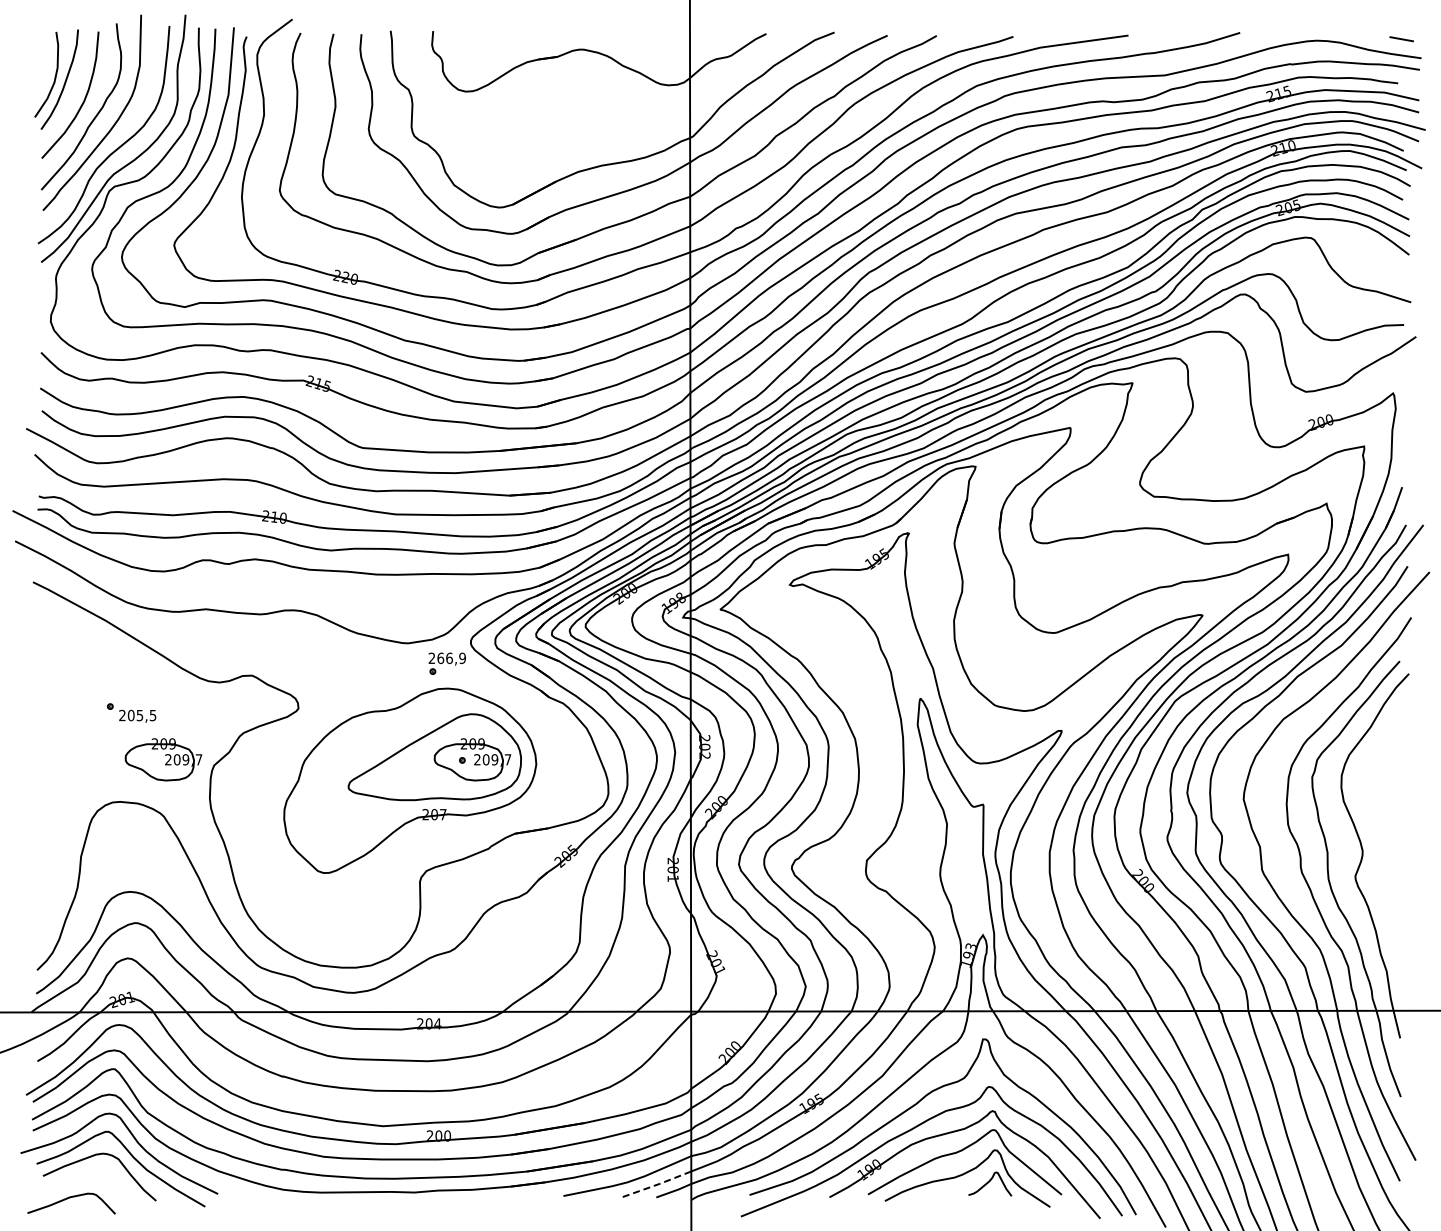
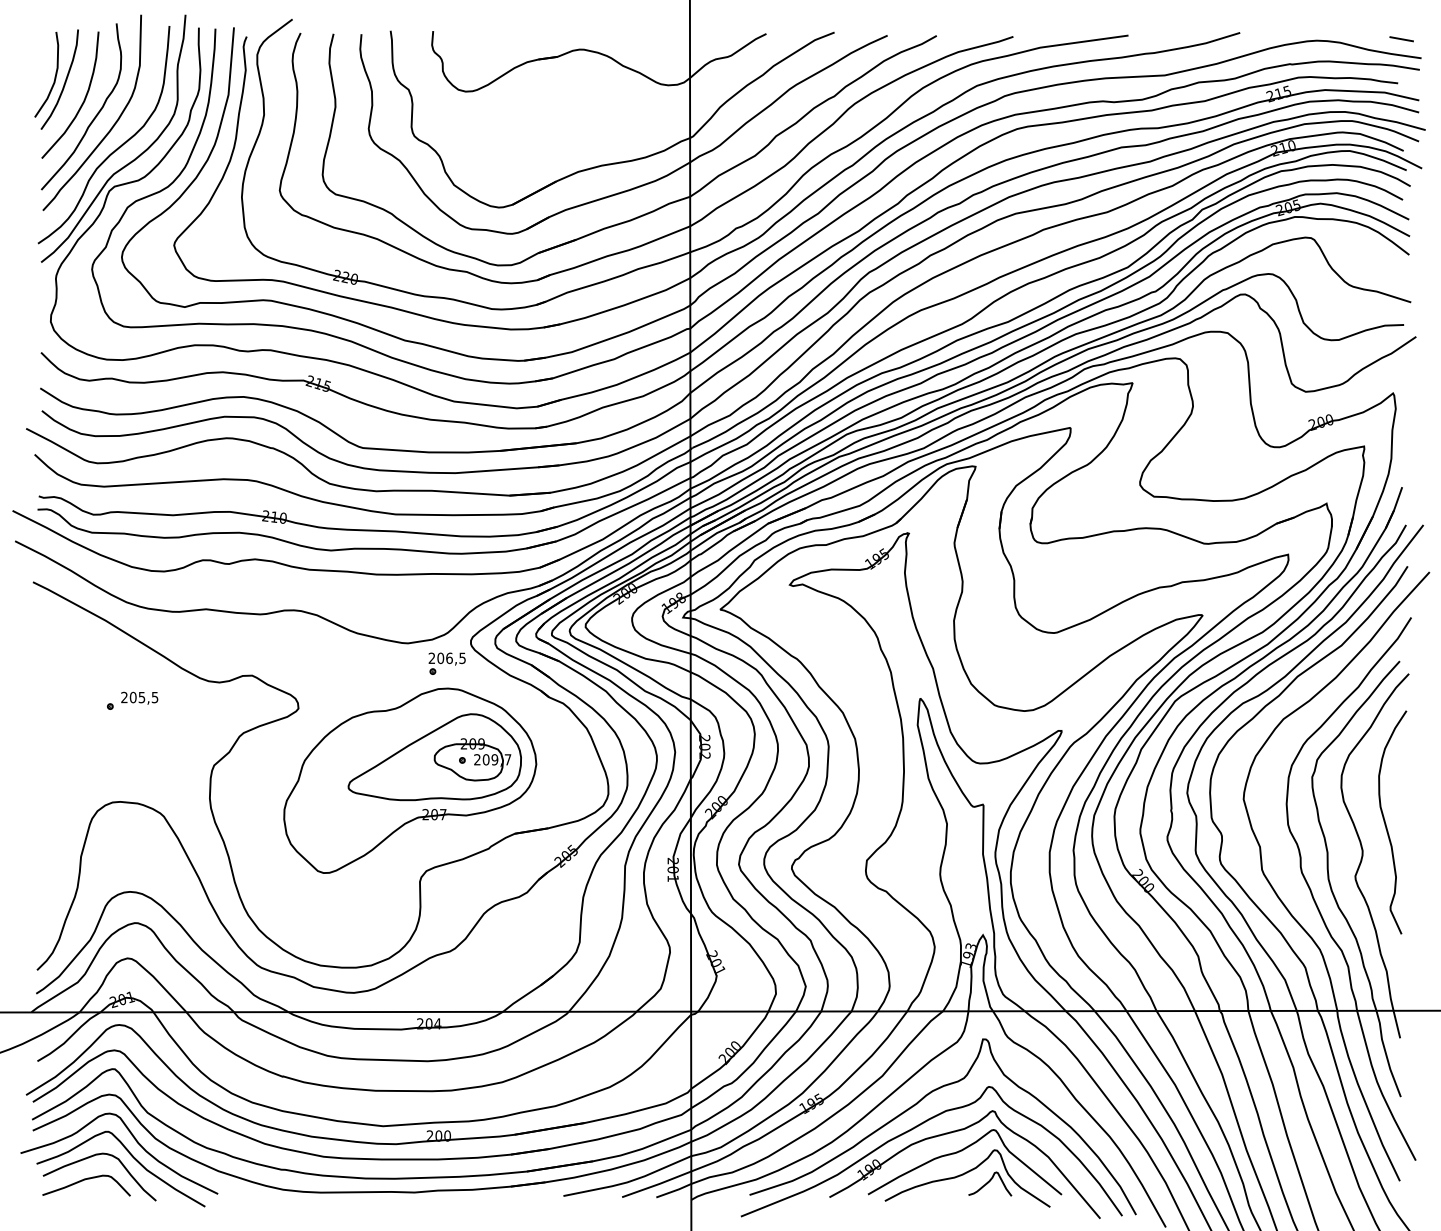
text at (451, 657): 266,9 -> 206,5
text at (137, 715) position: (137, 715) -> (139, 697)
part at (163, 759): present -> none
curve at (1386, 823): none -> present
line at (657, 1184): dashed -> solid
curve at (70, 1198) position: (70, 1198) -> (85, 1180)
